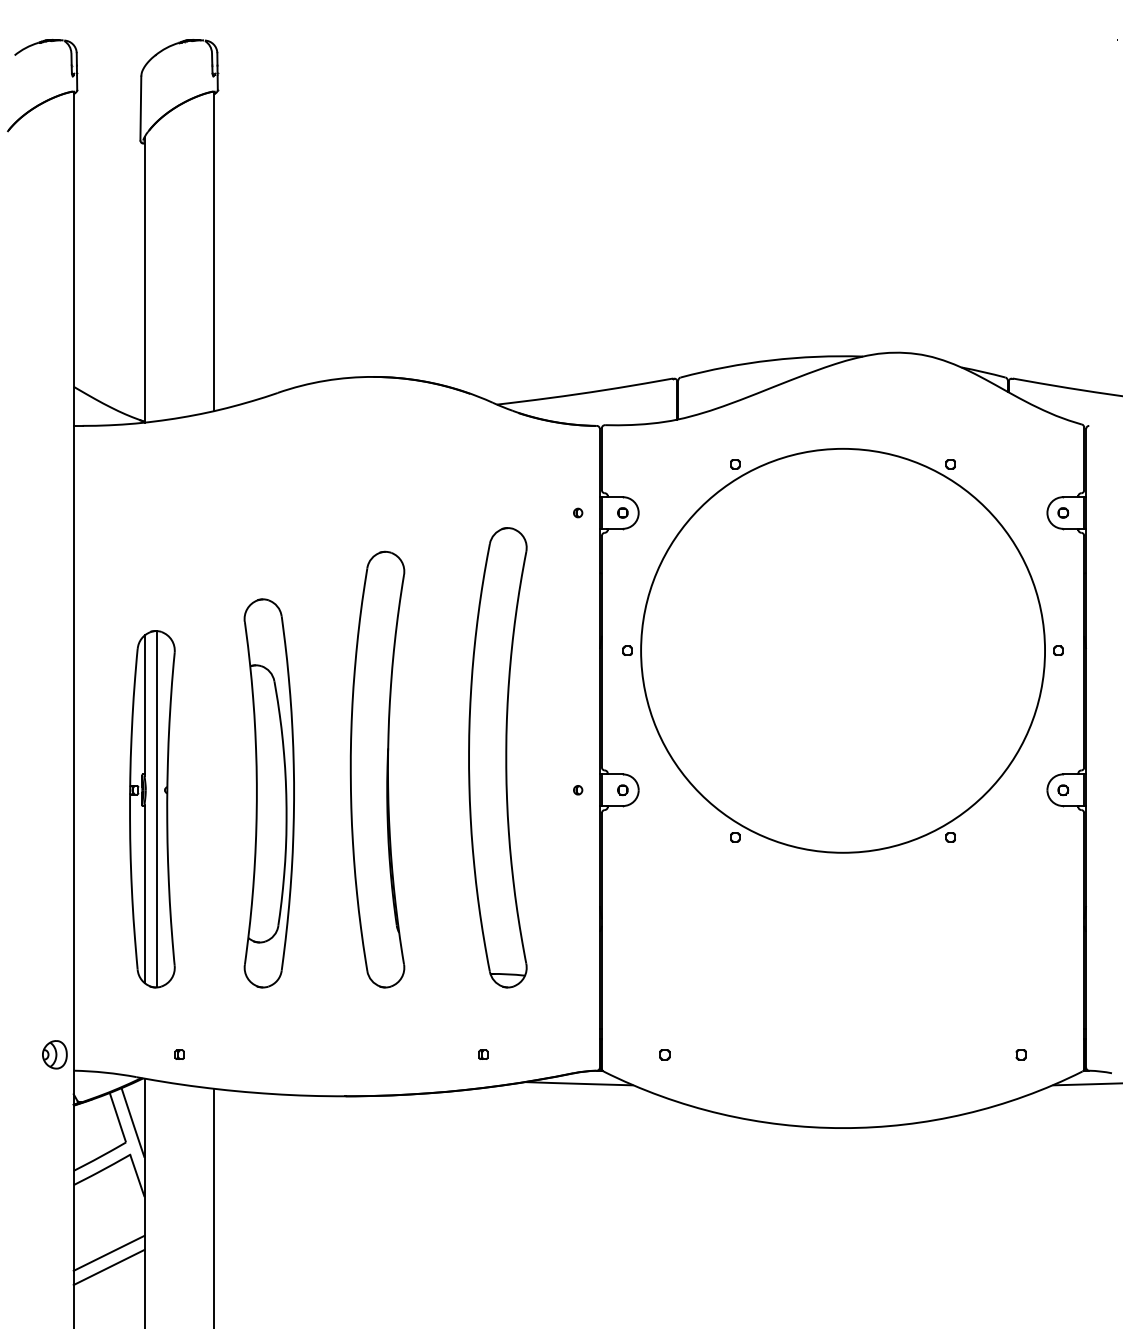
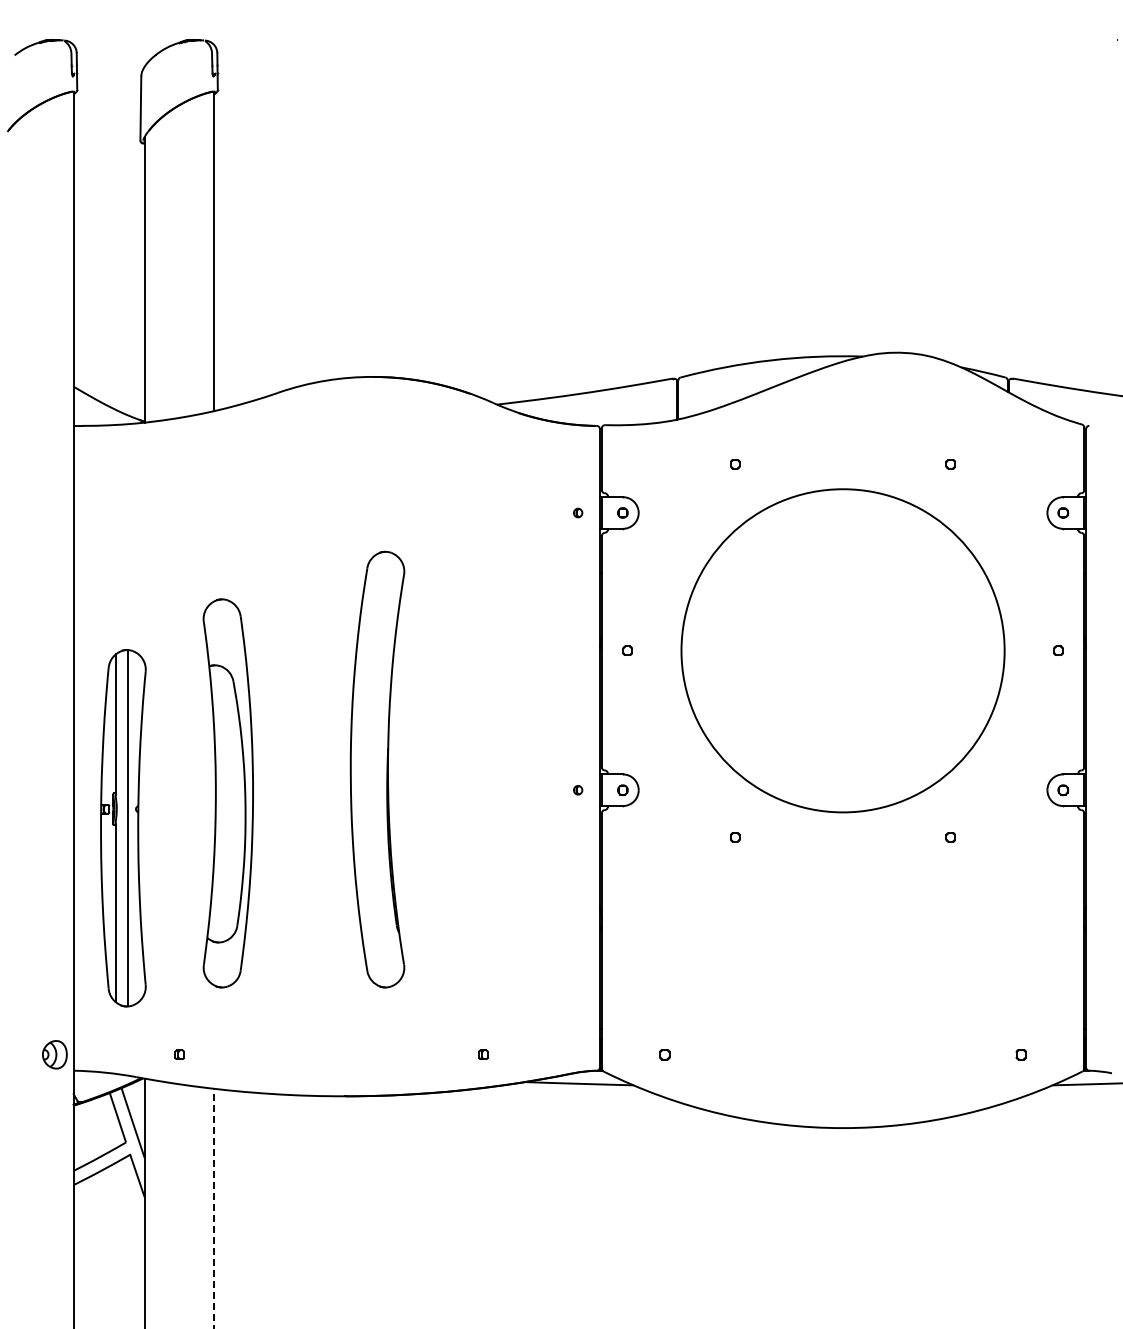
circle at (843, 650) diameter: 404 px -> 323 px
part at (497, 757): present -> none
part at (268, 793) position: (268, 793) -> (227, 793)
part at (152, 809) position: (152, 809) -> (123, 828)
line at (214, 1208): solid -> dashed
line at (108, 1252): present -> none
line at (108, 1267): present -> none
